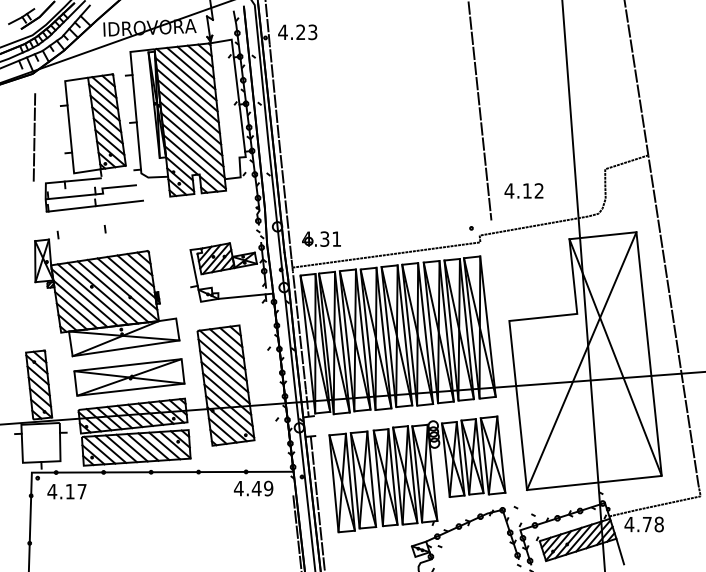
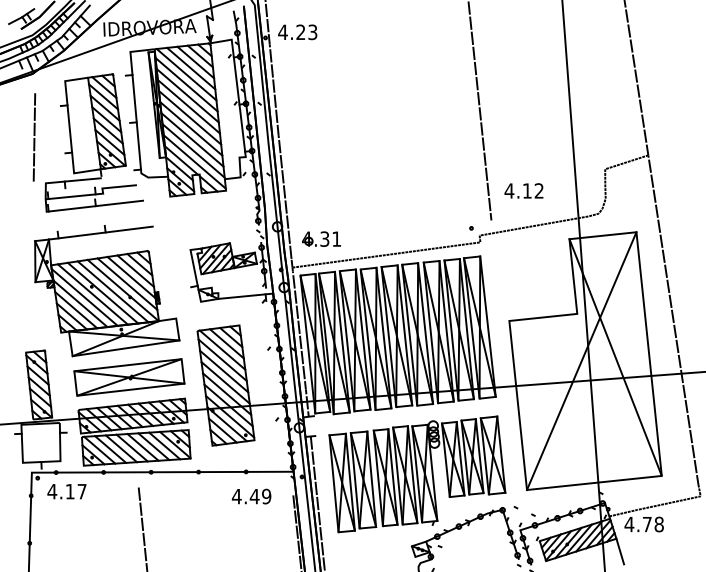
line at (100, 232): none -> present
text at (253, 488) position: (253, 488) -> (251, 496)
line at (142, 527): none -> present
